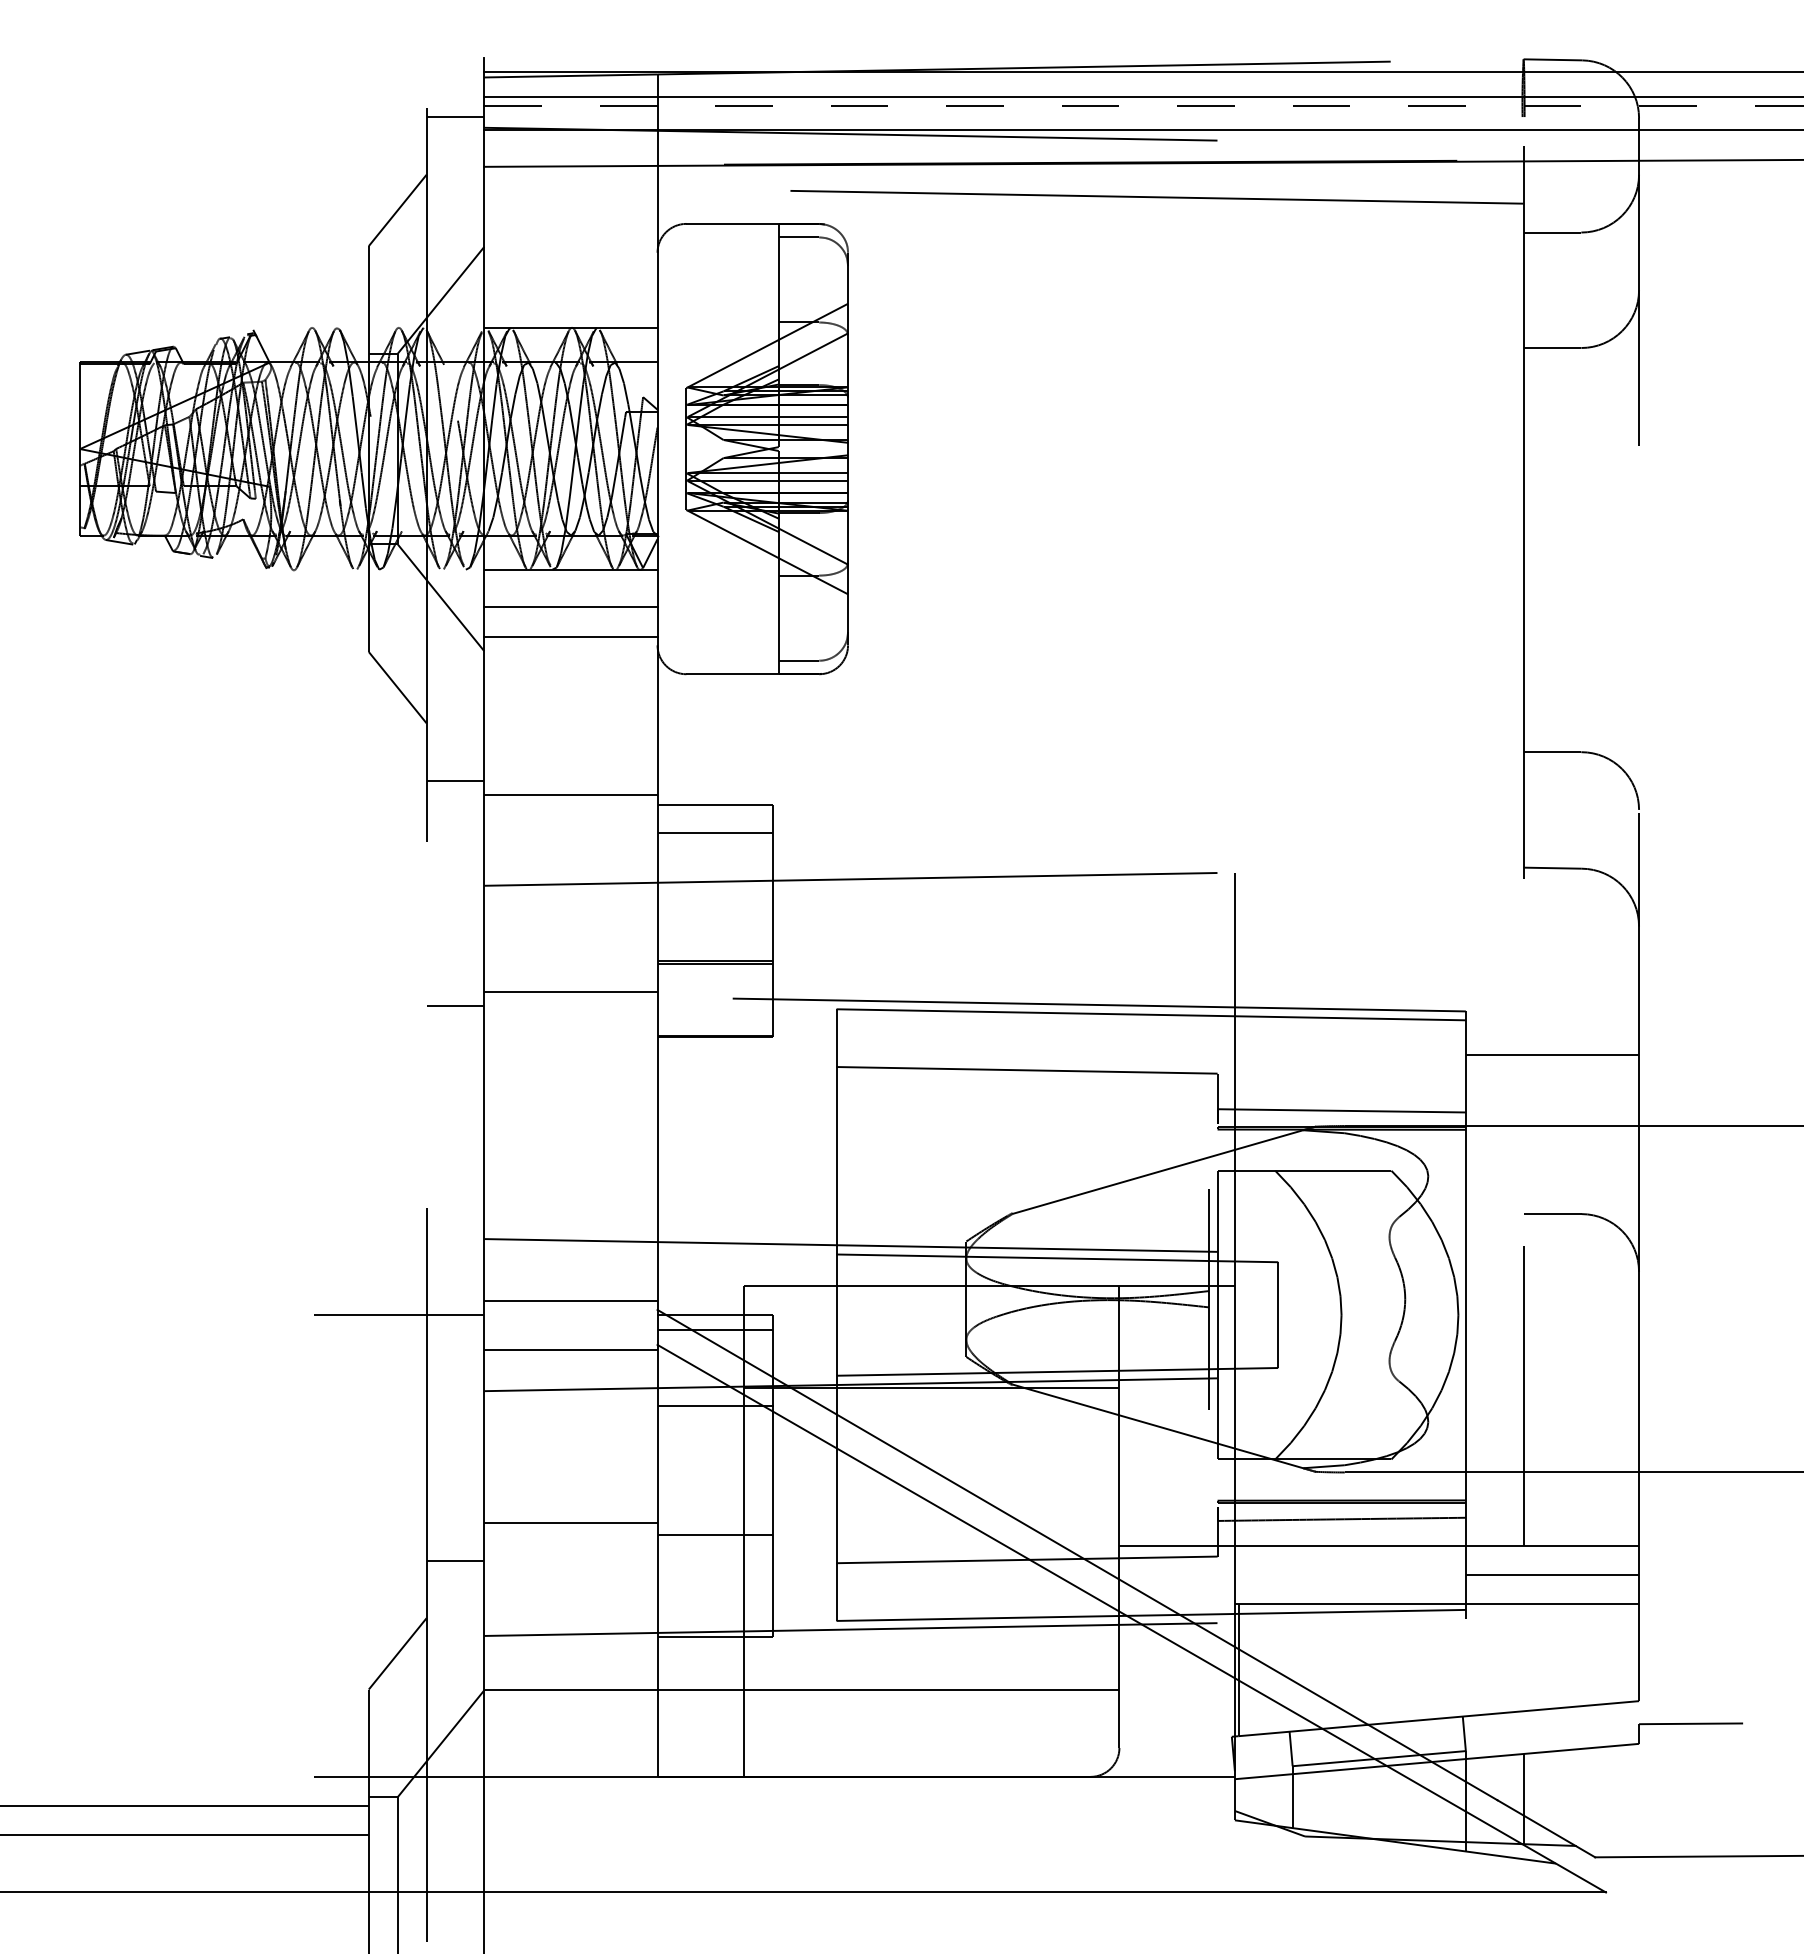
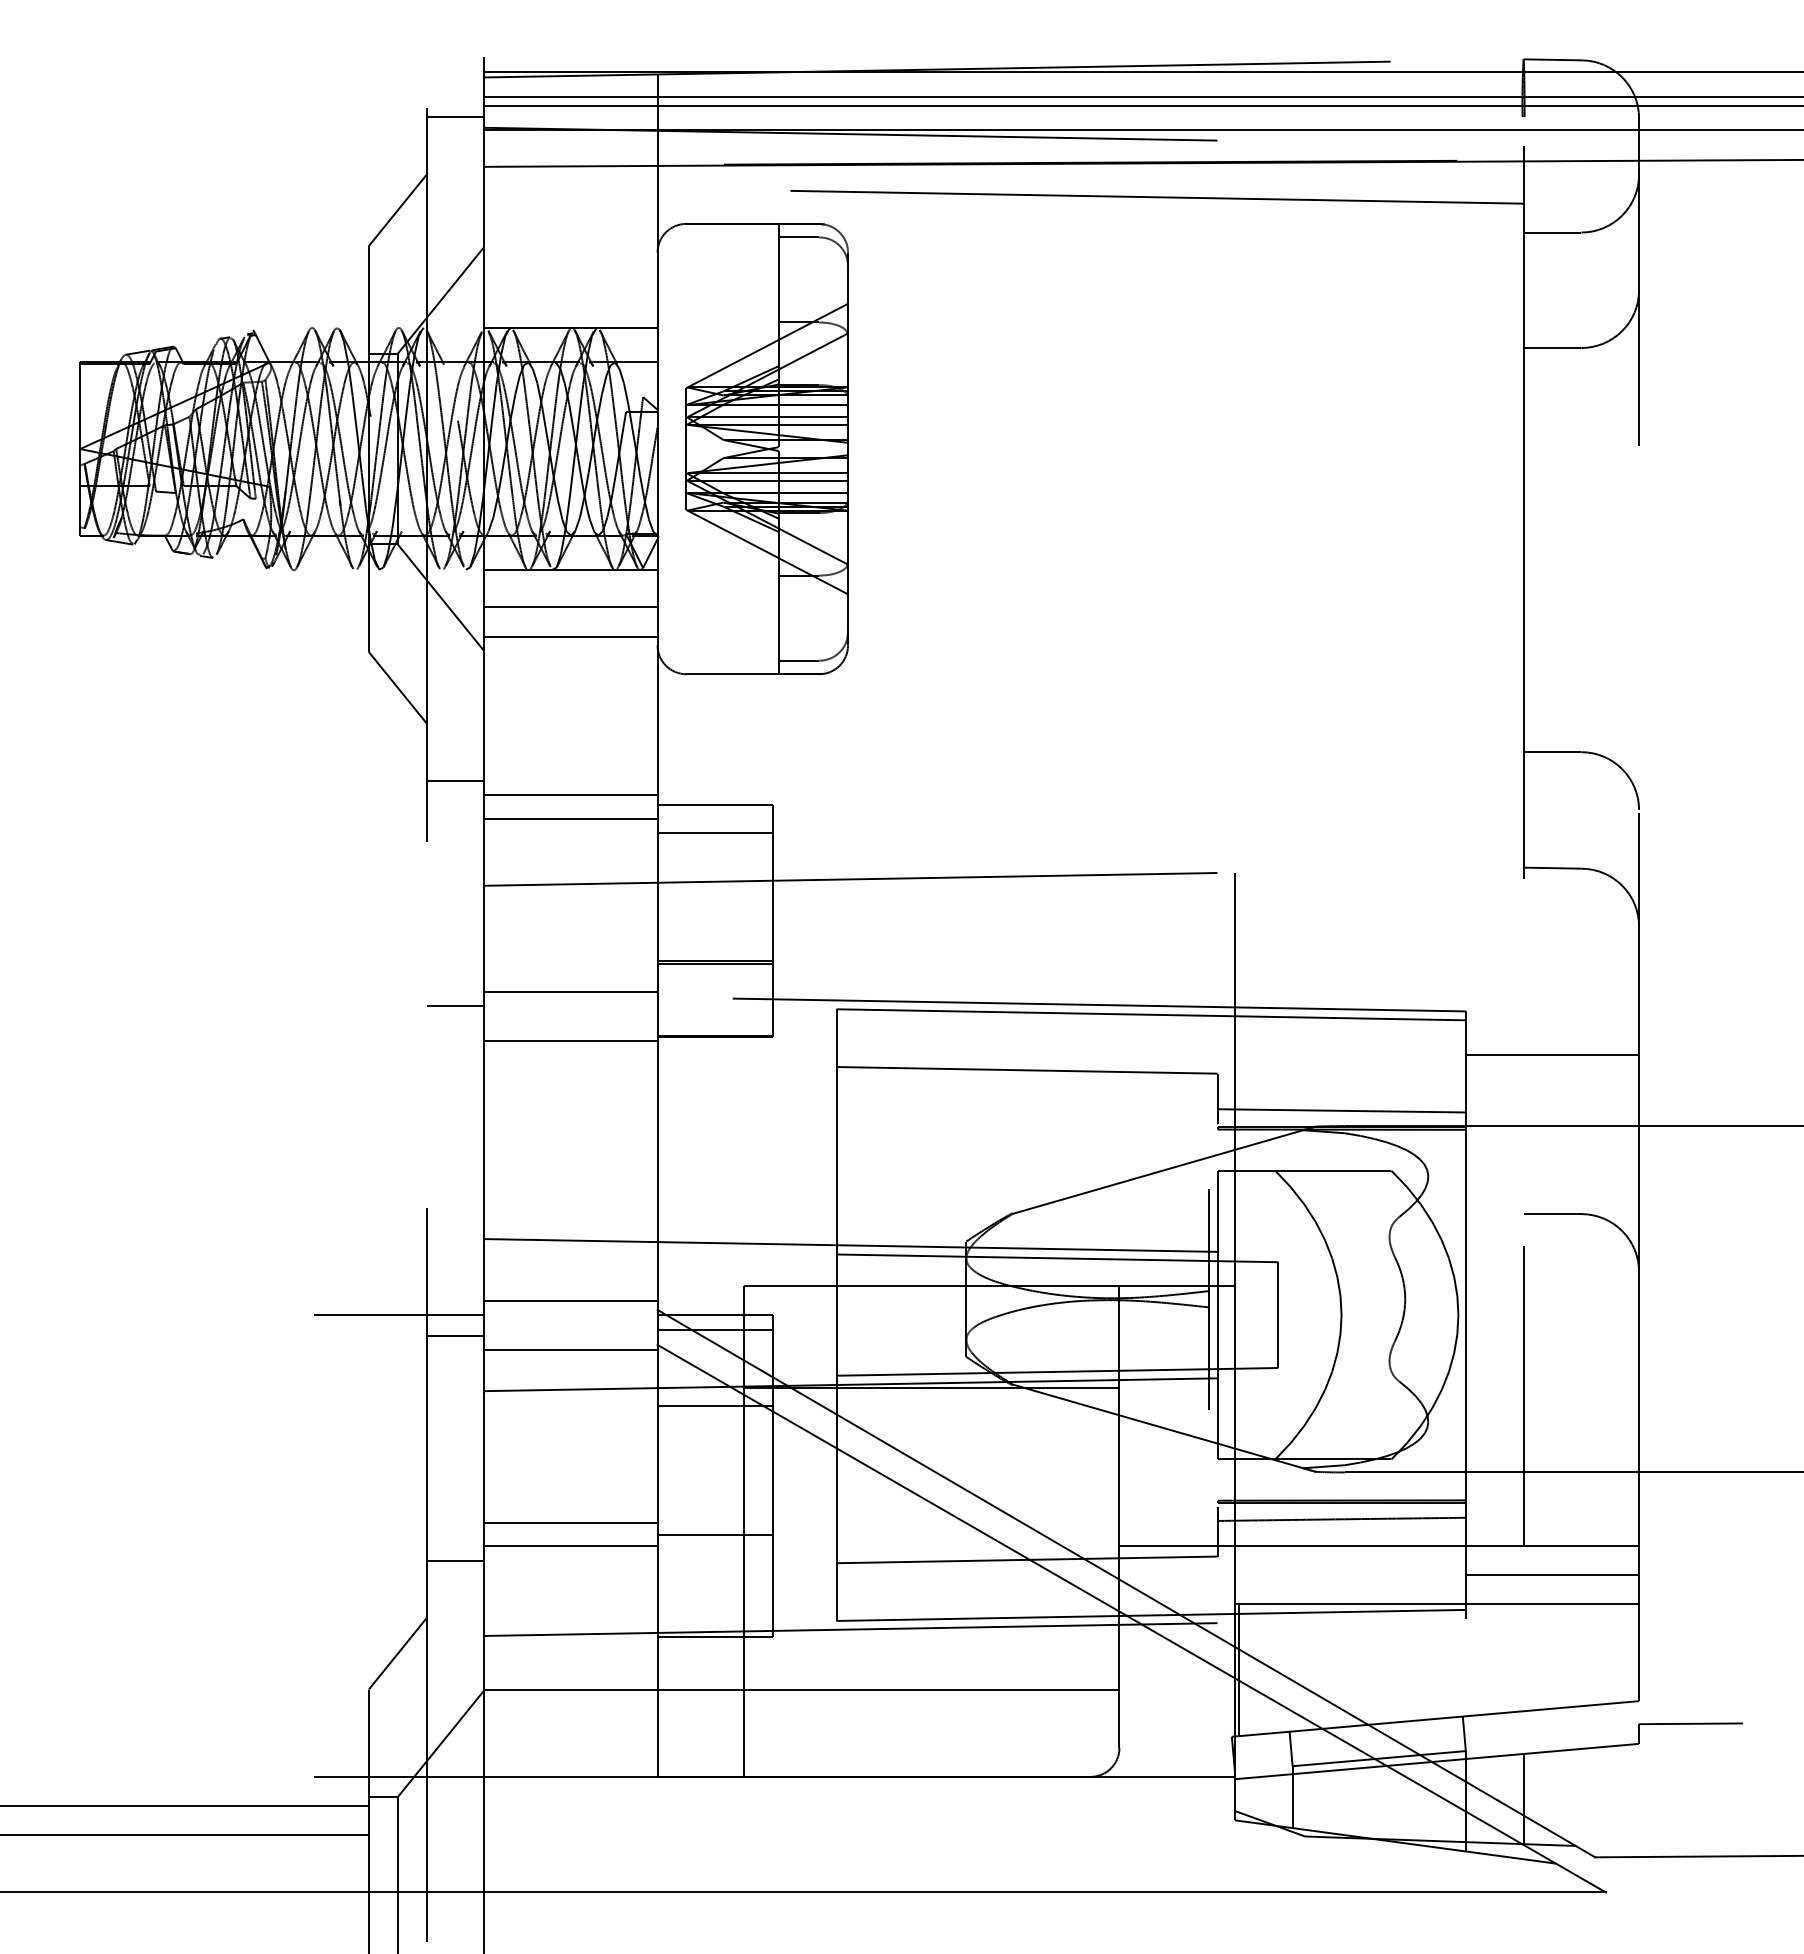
line at (1144, 105): dashed -> solid
line at (570, 818): none -> present
line at (570, 1040): none -> present
line at (455, 1335): none -> present
line at (570, 1546): none -> present
